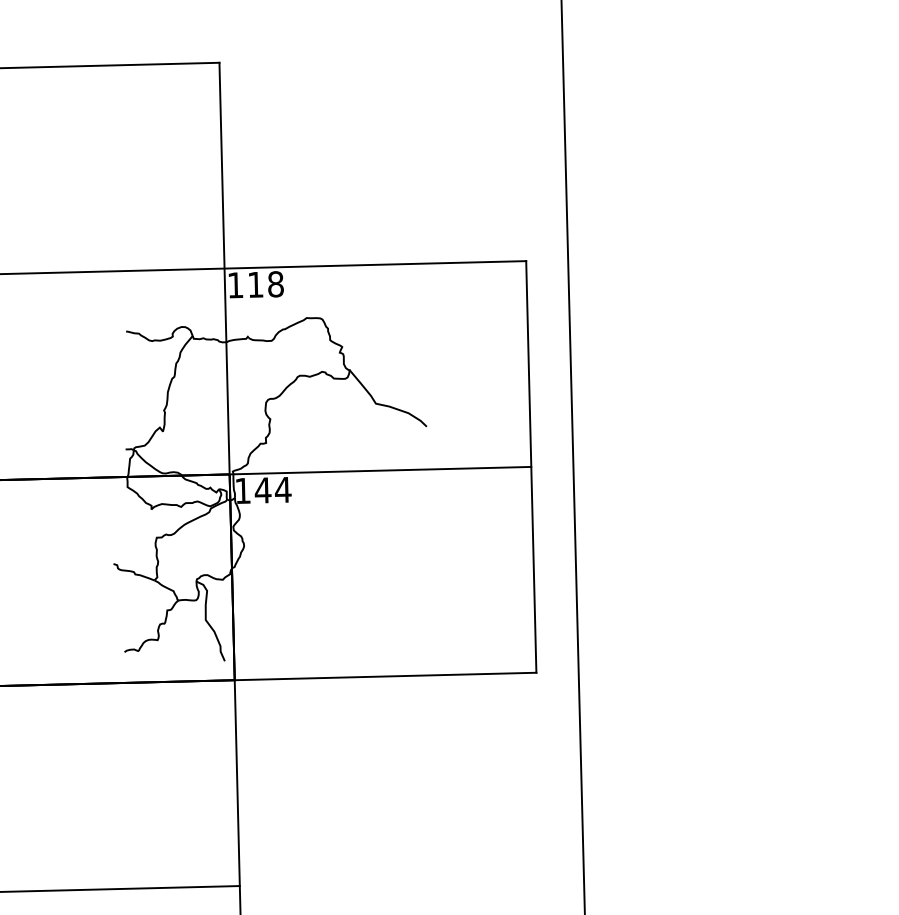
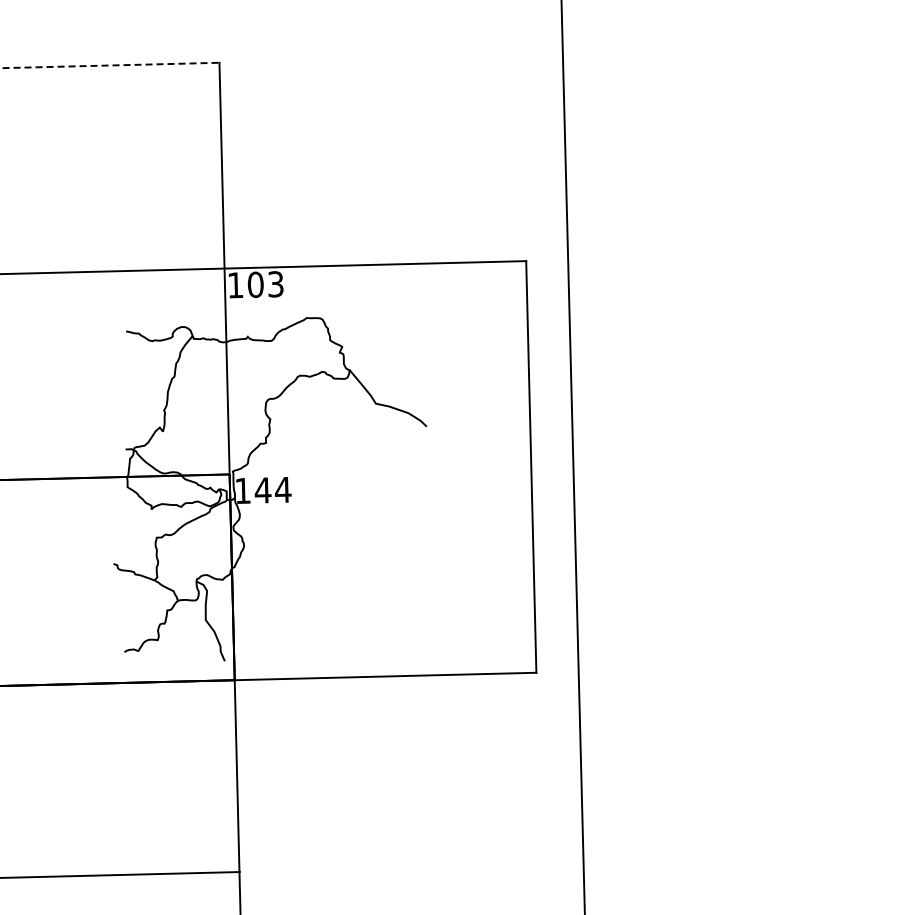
line at (110, 65): solid -> dashed
text at (265, 284): 118 -> 103
line at (266, 473): present -> none
line at (120, 888) position: (120, 888) -> (120, 874)
